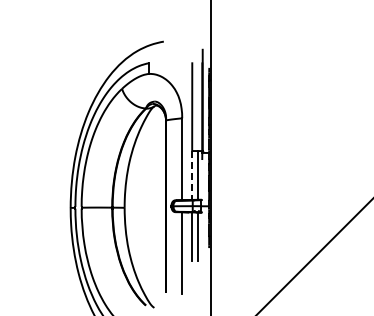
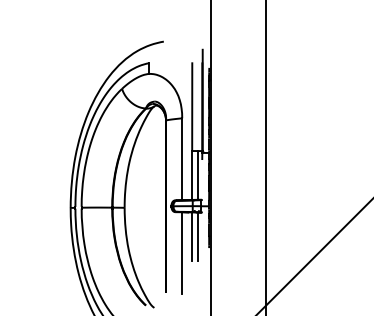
line at (265, 157): none -> present
line at (192, 175): dashed -> solid
